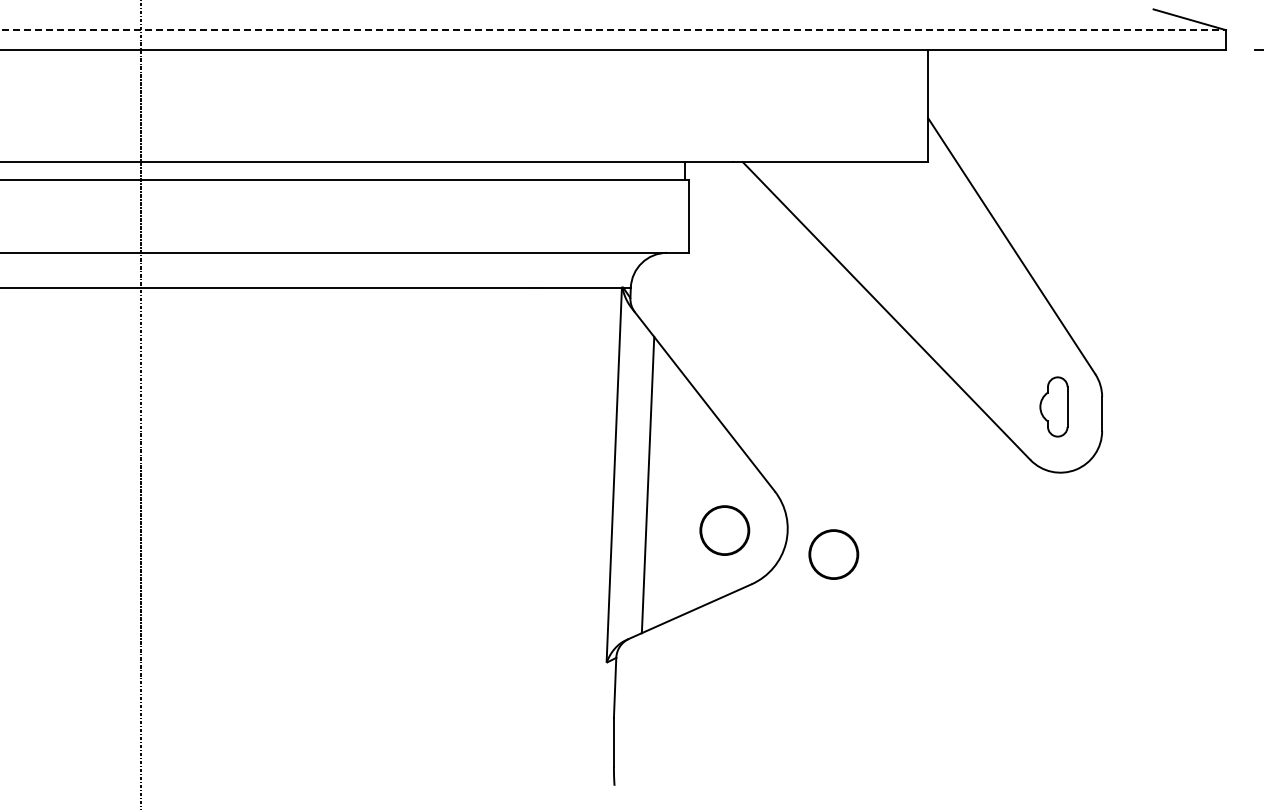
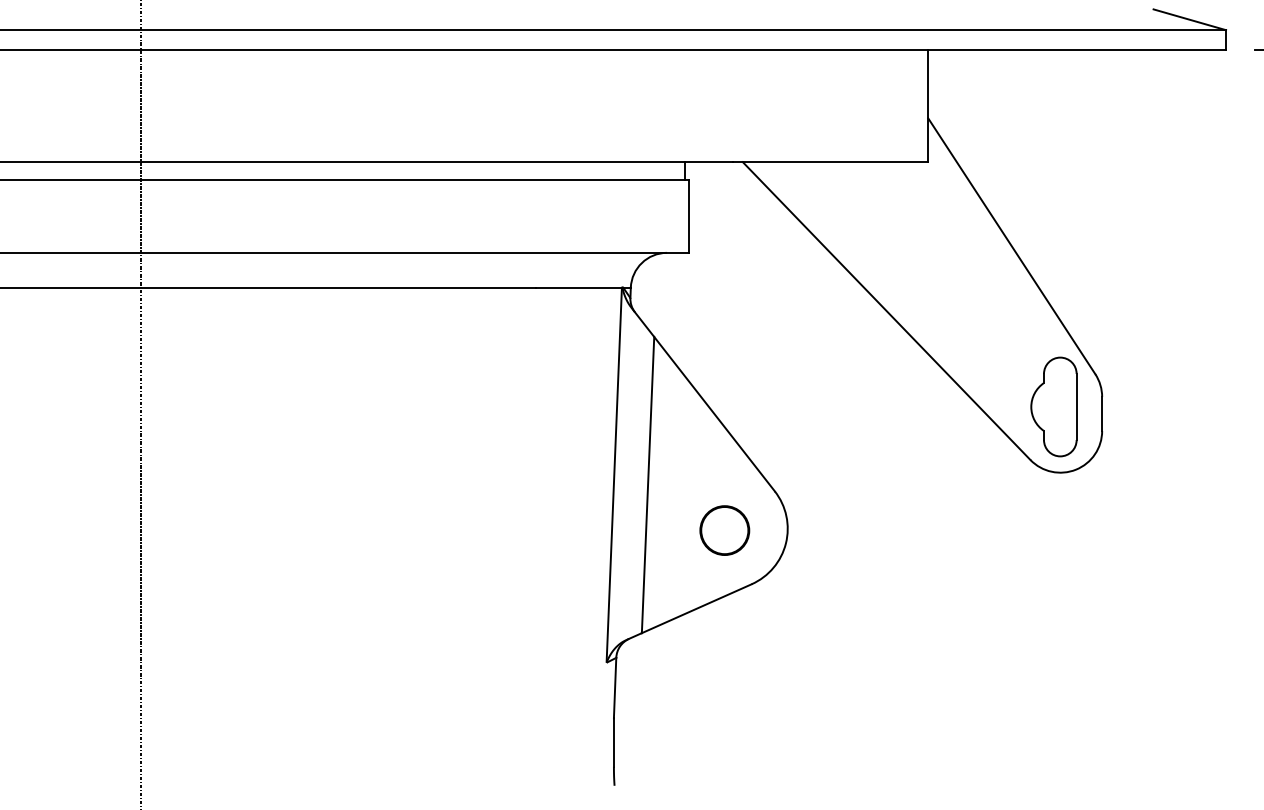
line at (613, 30): dashed -> solid
part at (1053, 406) size: 30x62 px -> 48x102 px
part at (833, 554): present -> none
